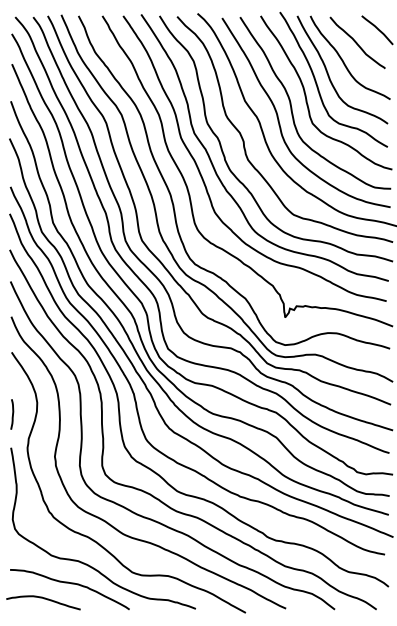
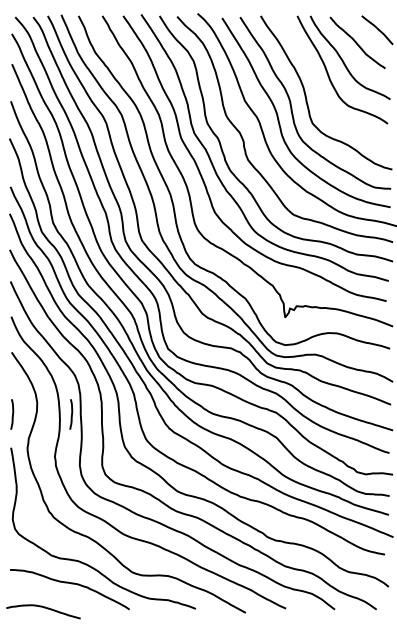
curve at (317, 83): present -> none
curve at (71, 414): none -> present
curve at (44, 599) position: (44, 599) -> (44, 608)
